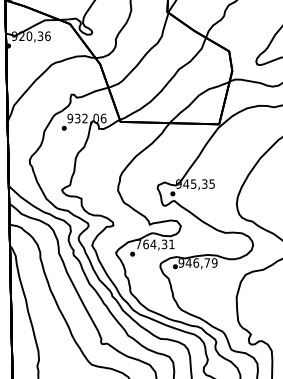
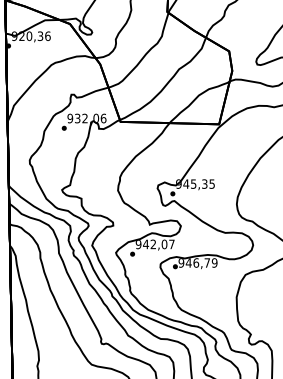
text at (154, 244): 764,31 -> 942,07
